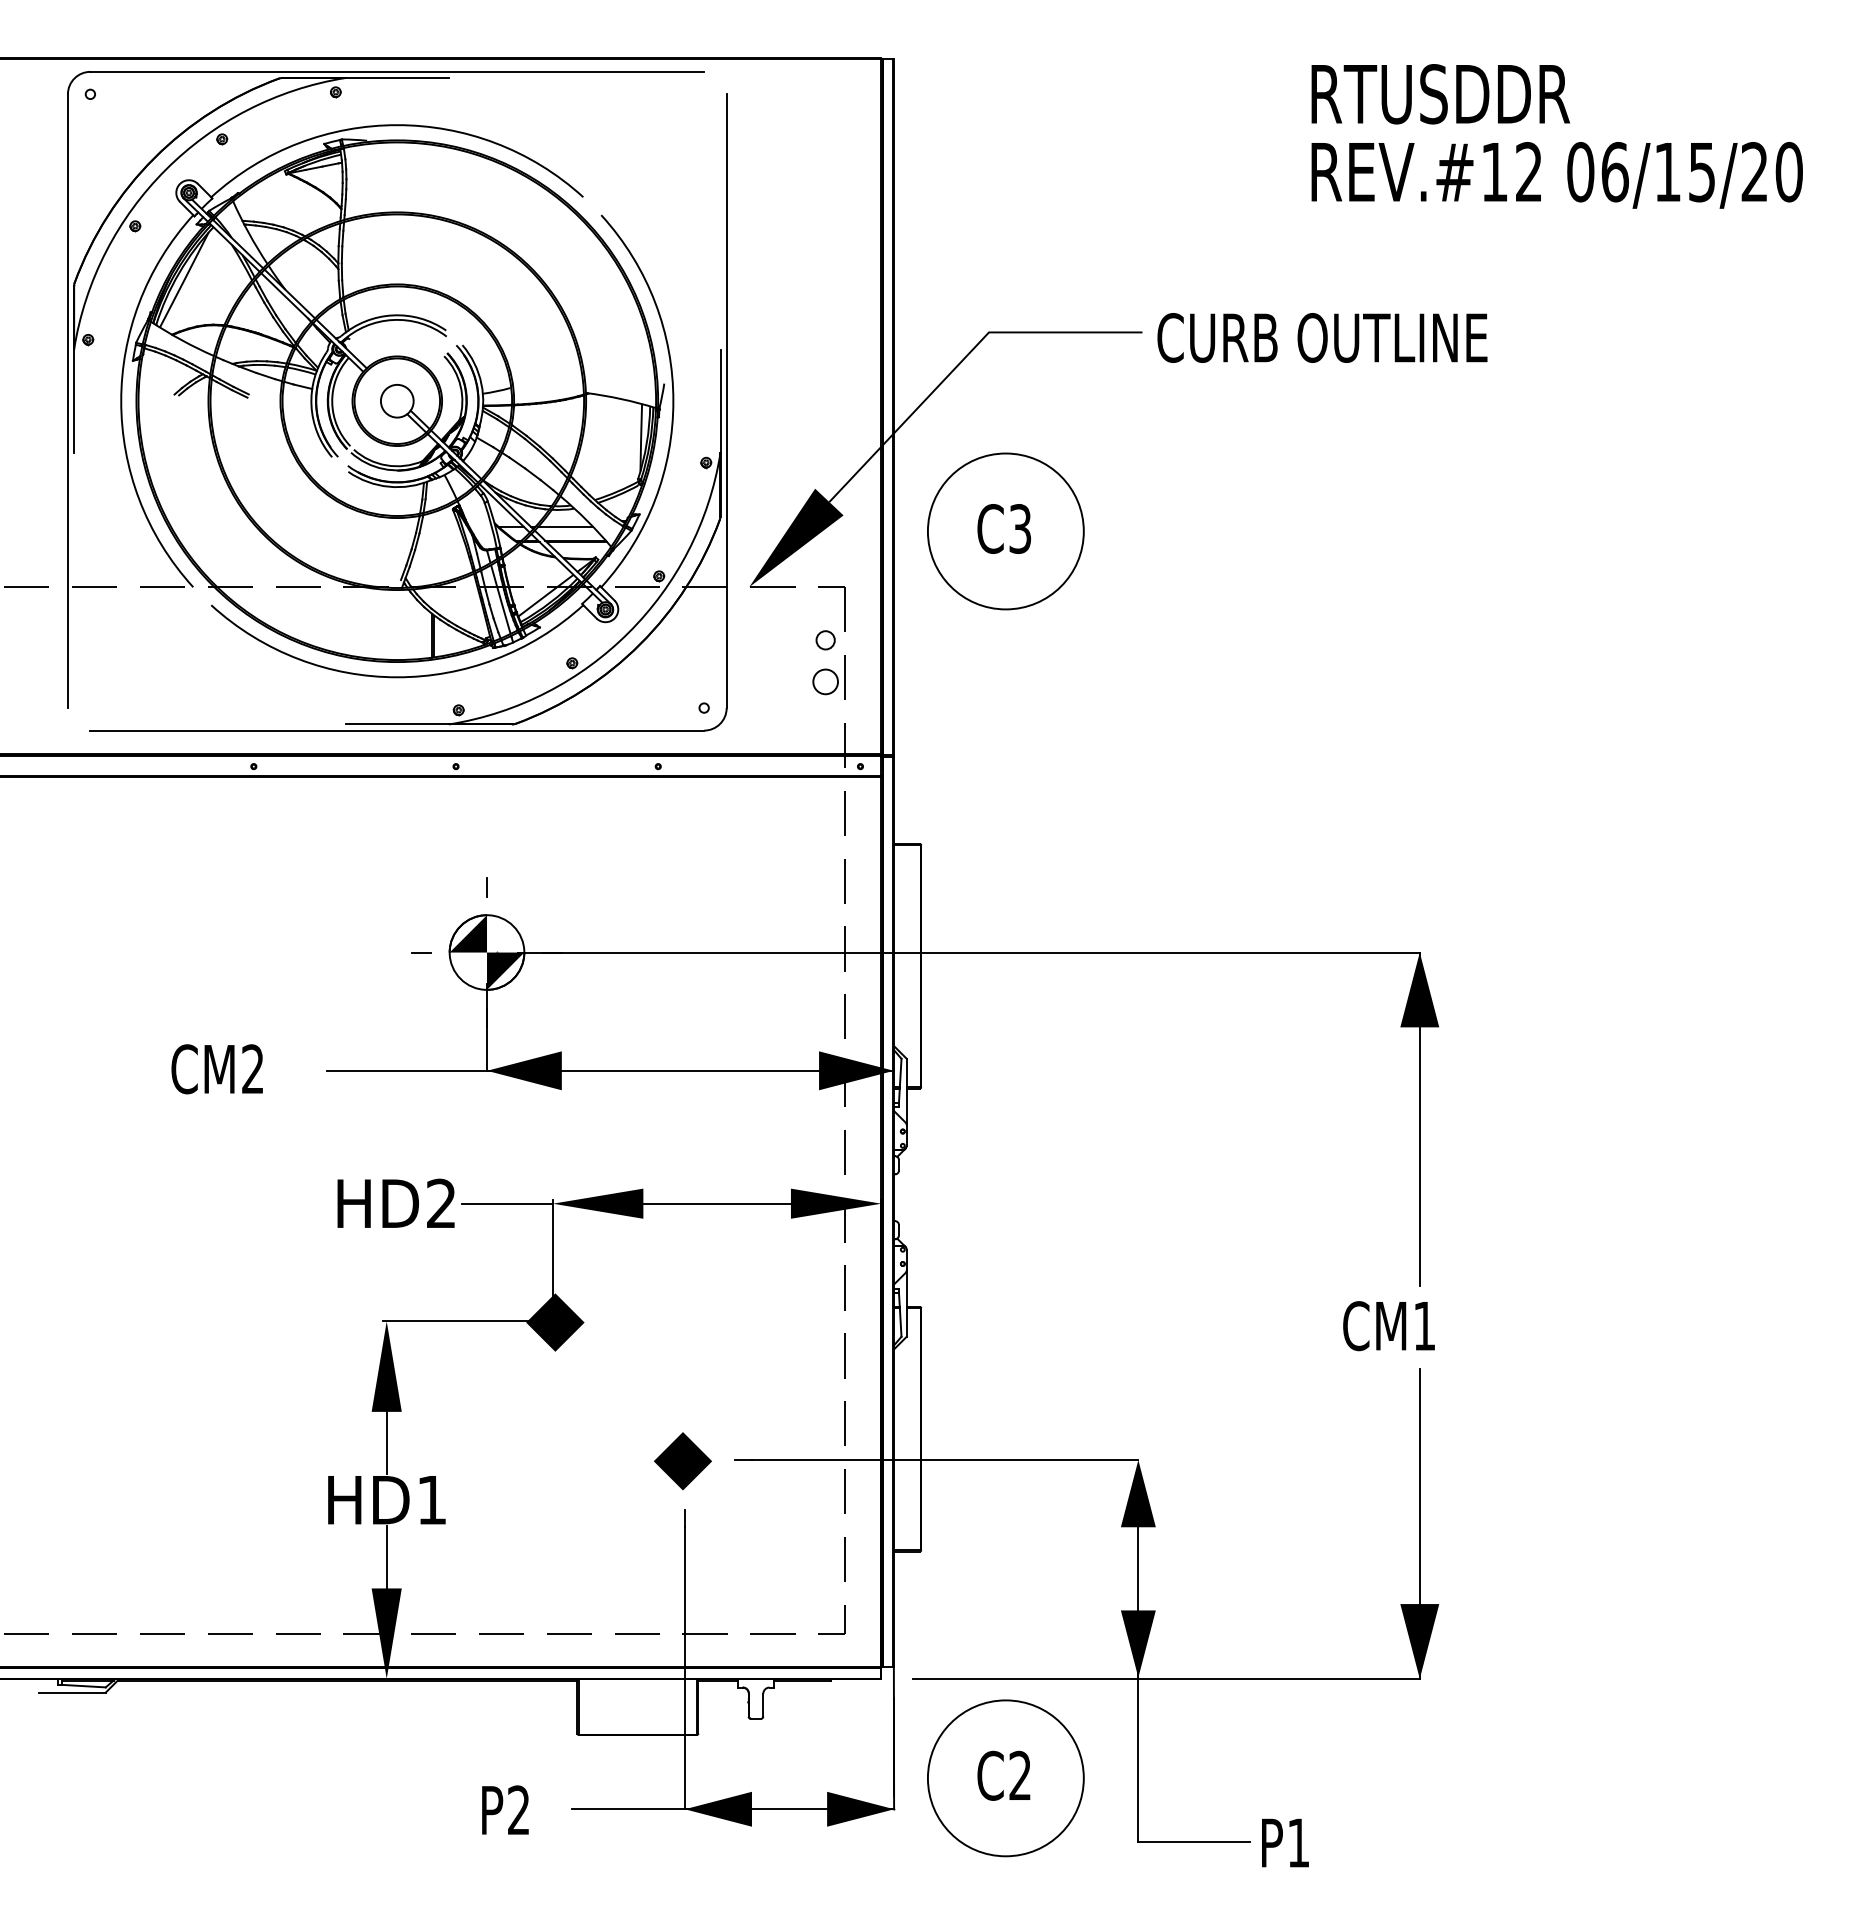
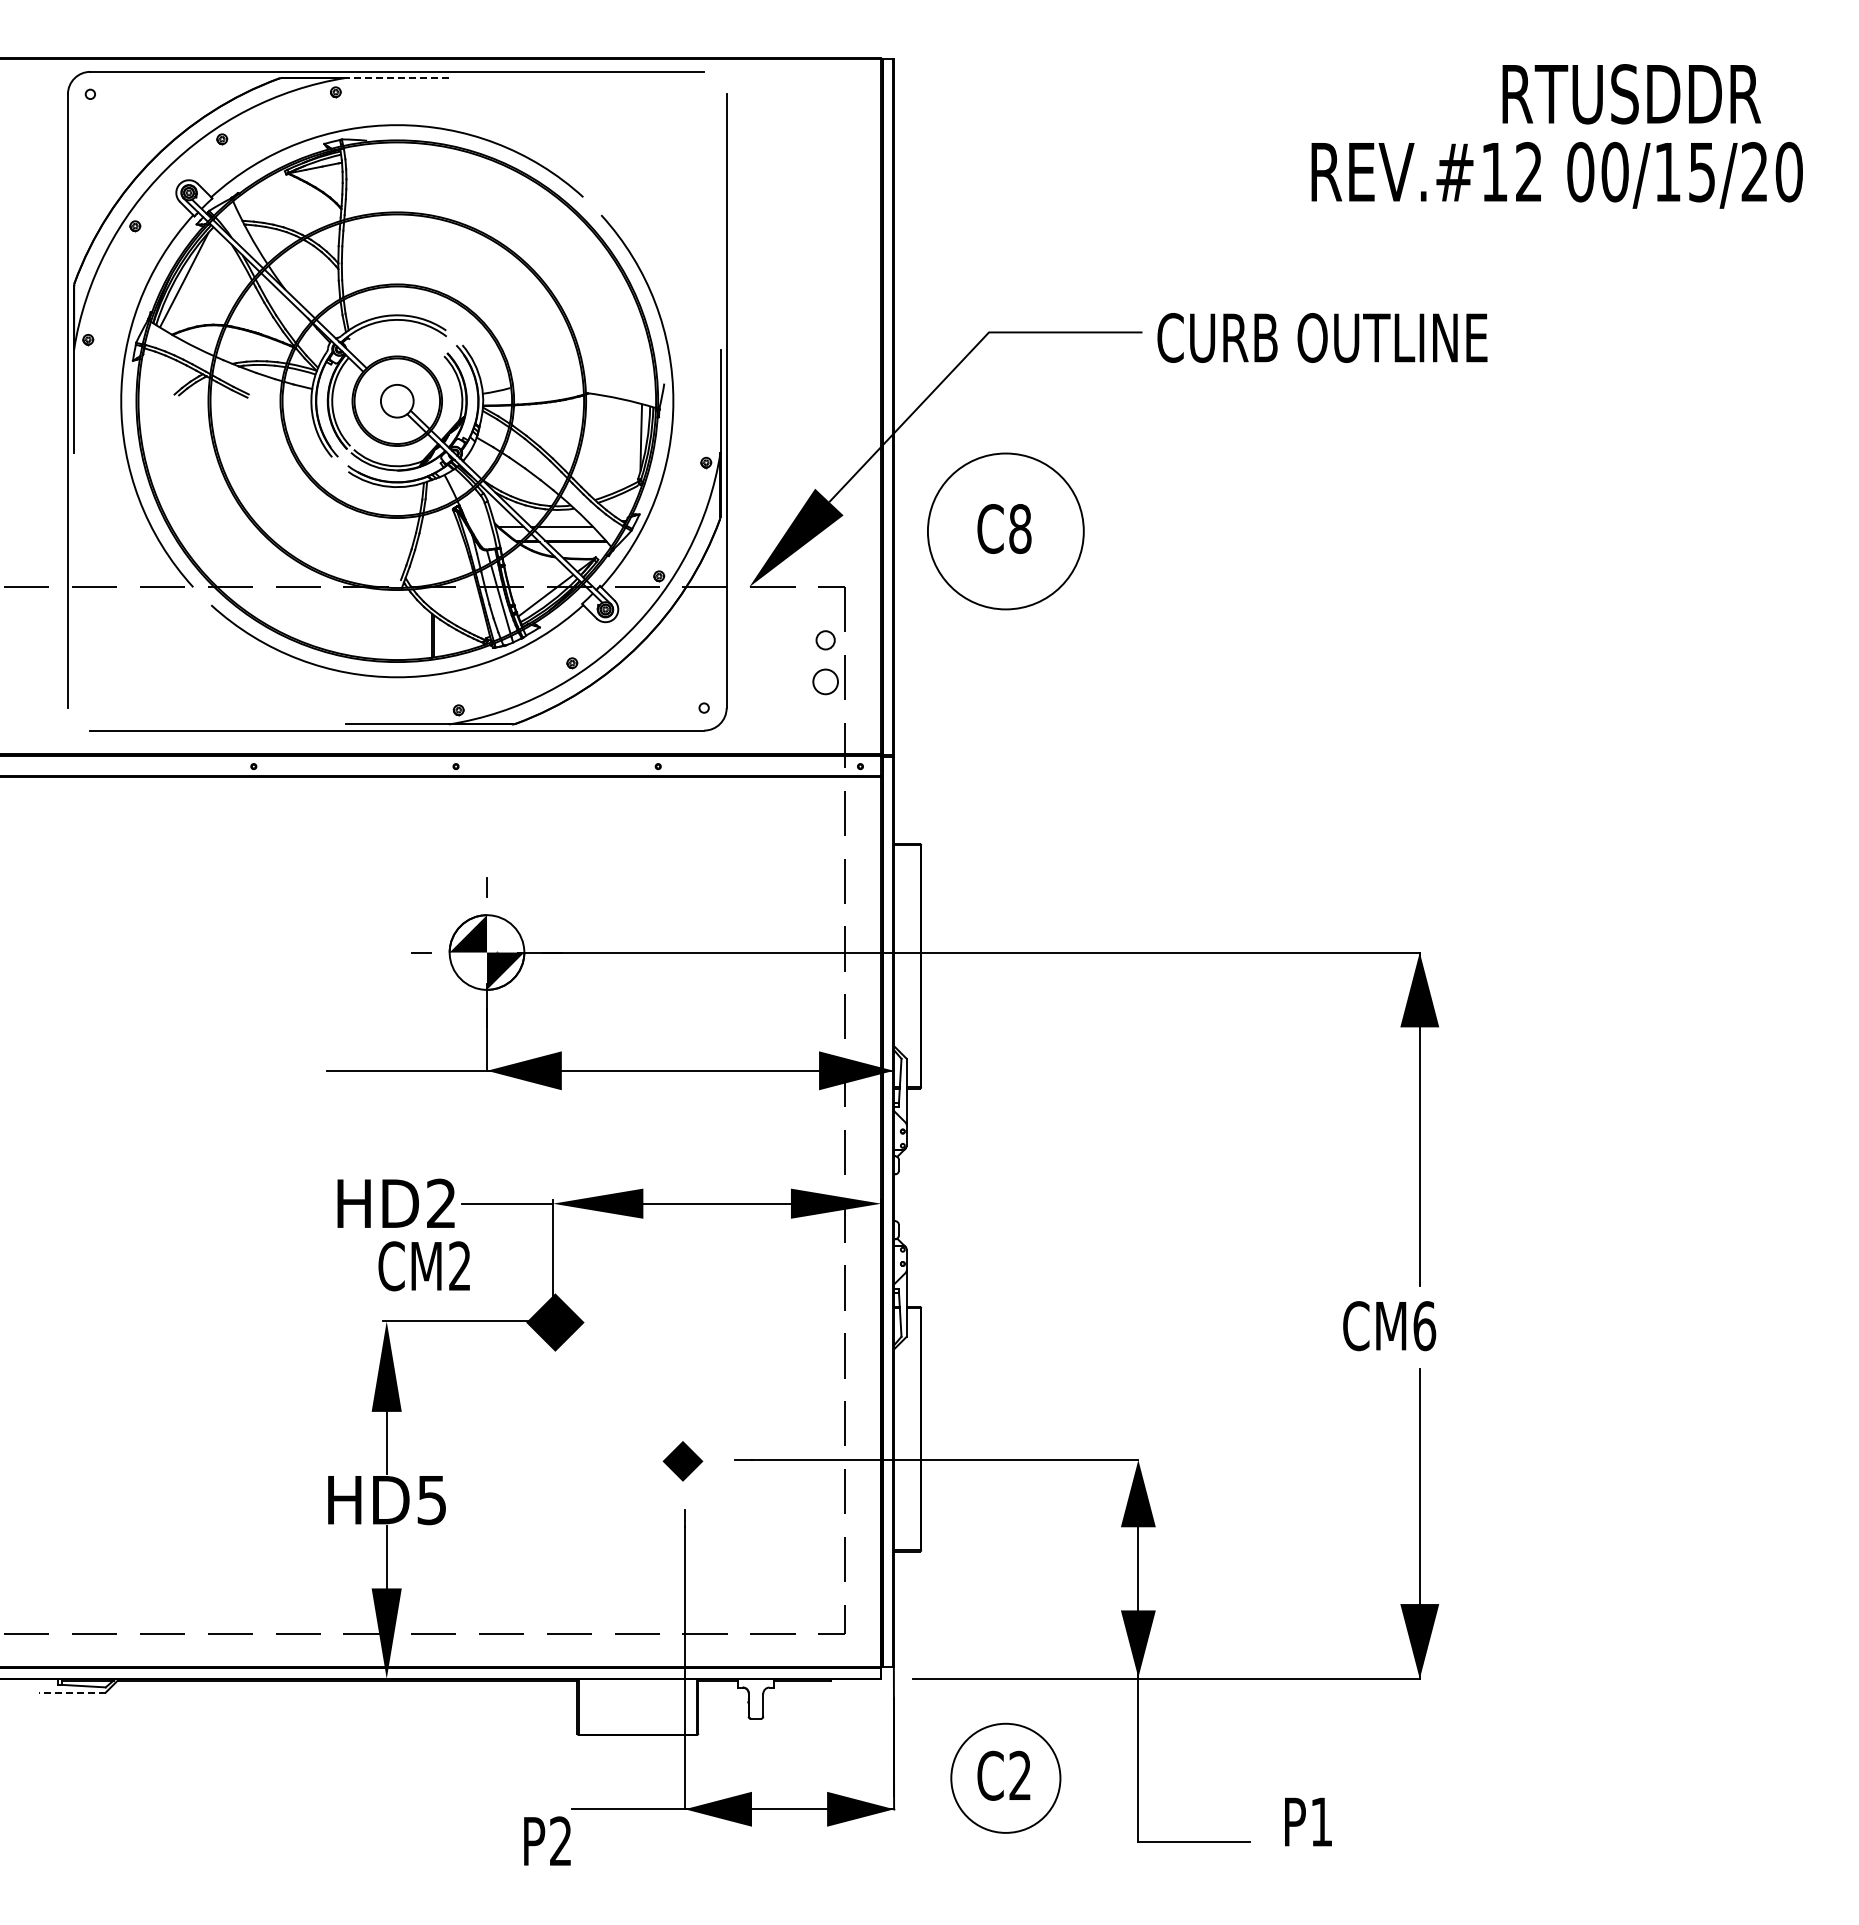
line at (397, 78): solid -> dashed
text at (1440, 94) position: (1440, 94) -> (1631, 94)
text at (1614, 172): 06/15/20 -> 00/15/20
text at (1020, 529): C3 -> C8
text at (216, 1069) position: (216, 1069) -> (423, 1266)
text at (1424, 1326): CM1 -> CM6
part at (682, 1461) size: 58x59 px -> 42x41 px
text at (431, 1500): HD1 -> HD5
line at (71, 1692): solid -> dashed
circle at (1005, 1778) diameter: 156 px -> 109 px
text at (505, 1809) position: (505, 1809) -> (547, 1840)
text at (1285, 1842) position: (1285, 1842) -> (1308, 1821)
